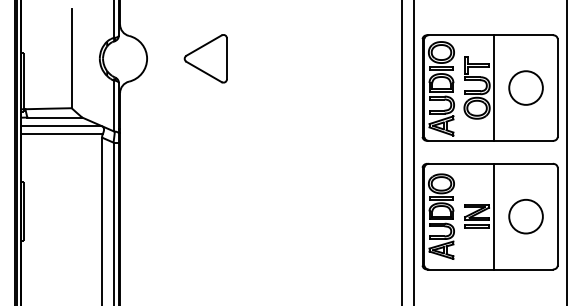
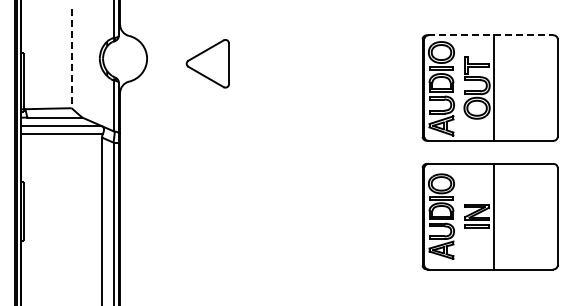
line at (490, 35): solid -> dashed
part at (205, 58) position: (205, 58) -> (207, 63)
line at (71, 59): solid -> dashed
circle at (525, 87): present -> none
line at (402, 152): present -> none
line at (413, 152): present -> none
line at (566, 152): present -> none
circle at (525, 216): present -> none
